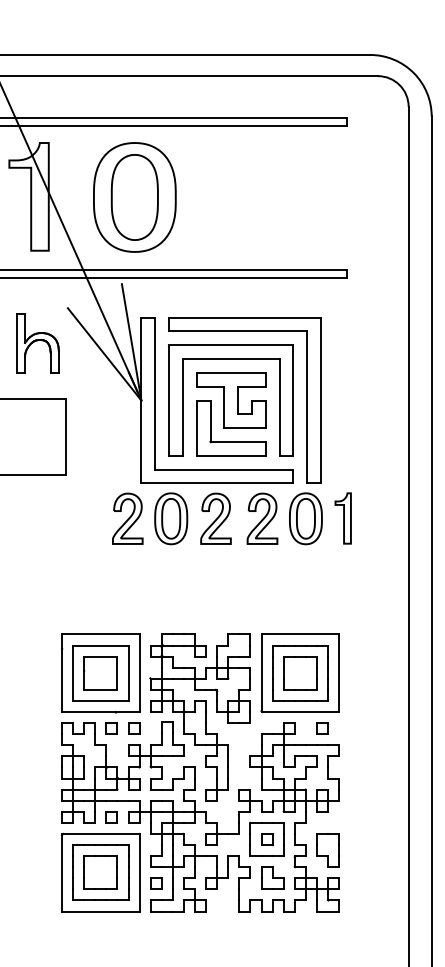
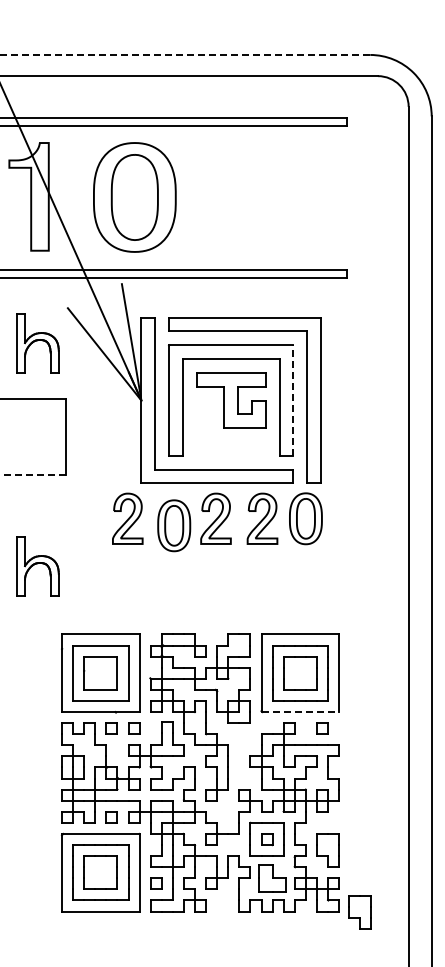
line at (185, 54): solid -> dashed
line at (293, 400): solid -> dashed
part at (231, 441): present -> none
line at (33, 475): solid -> dashed
part at (171, 518) position: (171, 518) -> (174, 525)
part at (342, 518): present -> none
part at (37, 566): none -> present
line at (300, 712): solid -> dashed
part at (272, 877) size: 24x24 px -> 29x29 px
part at (359, 912): none -> present
